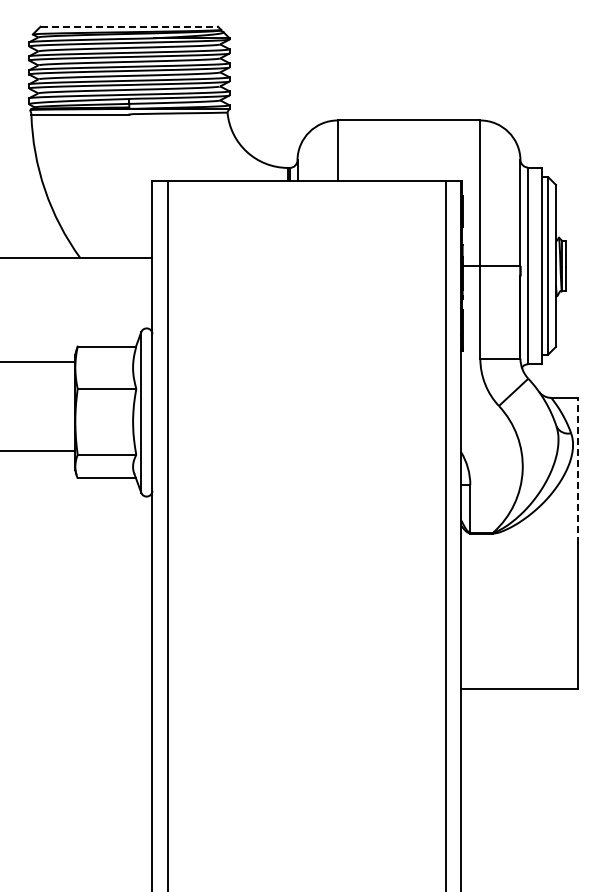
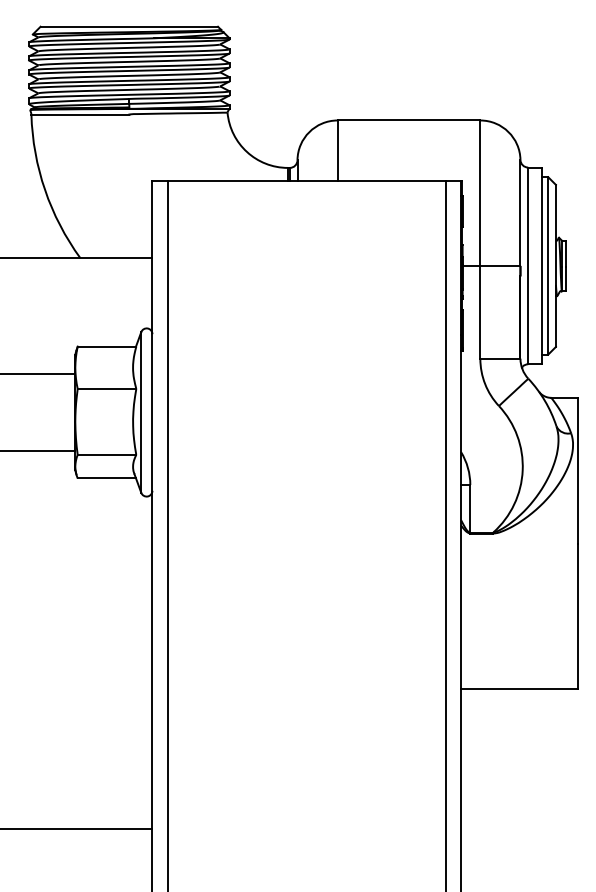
line at (129, 26): dashed -> solid
line at (38, 361) position: (38, 361) -> (38, 373)
line at (577, 470): dashed -> solid
line at (77, 829): none -> present
